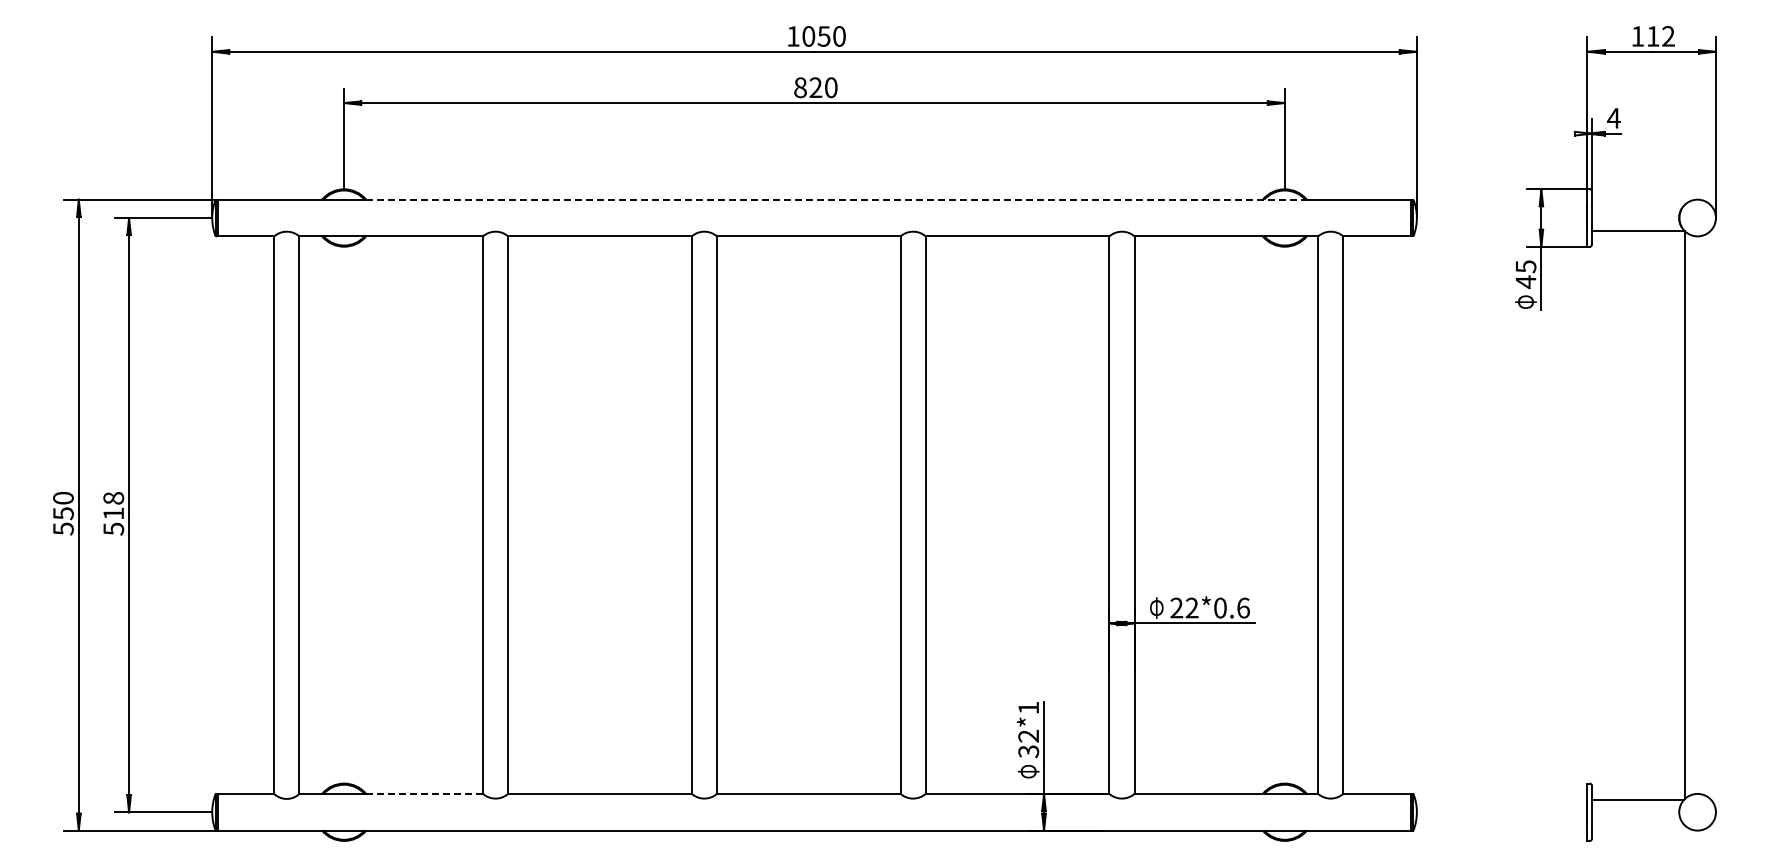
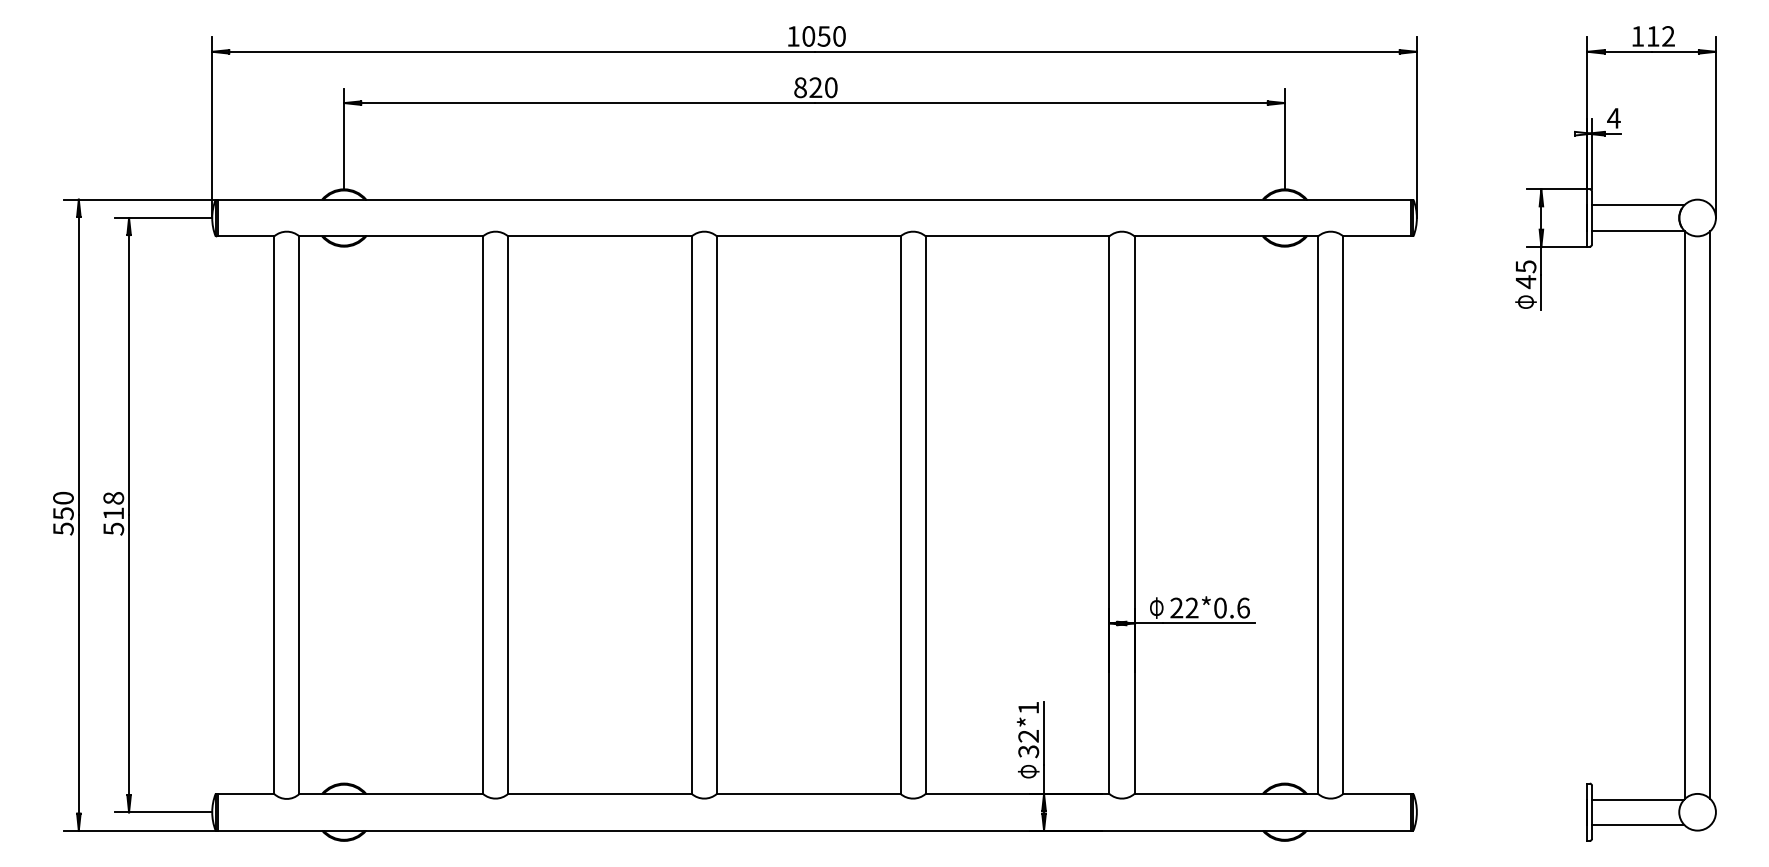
line at (837, 199): dashed -> solid
line at (1638, 205): none -> present
line at (1710, 514): none -> present
line at (425, 793): dashed -> solid
line at (1638, 824): none -> present
